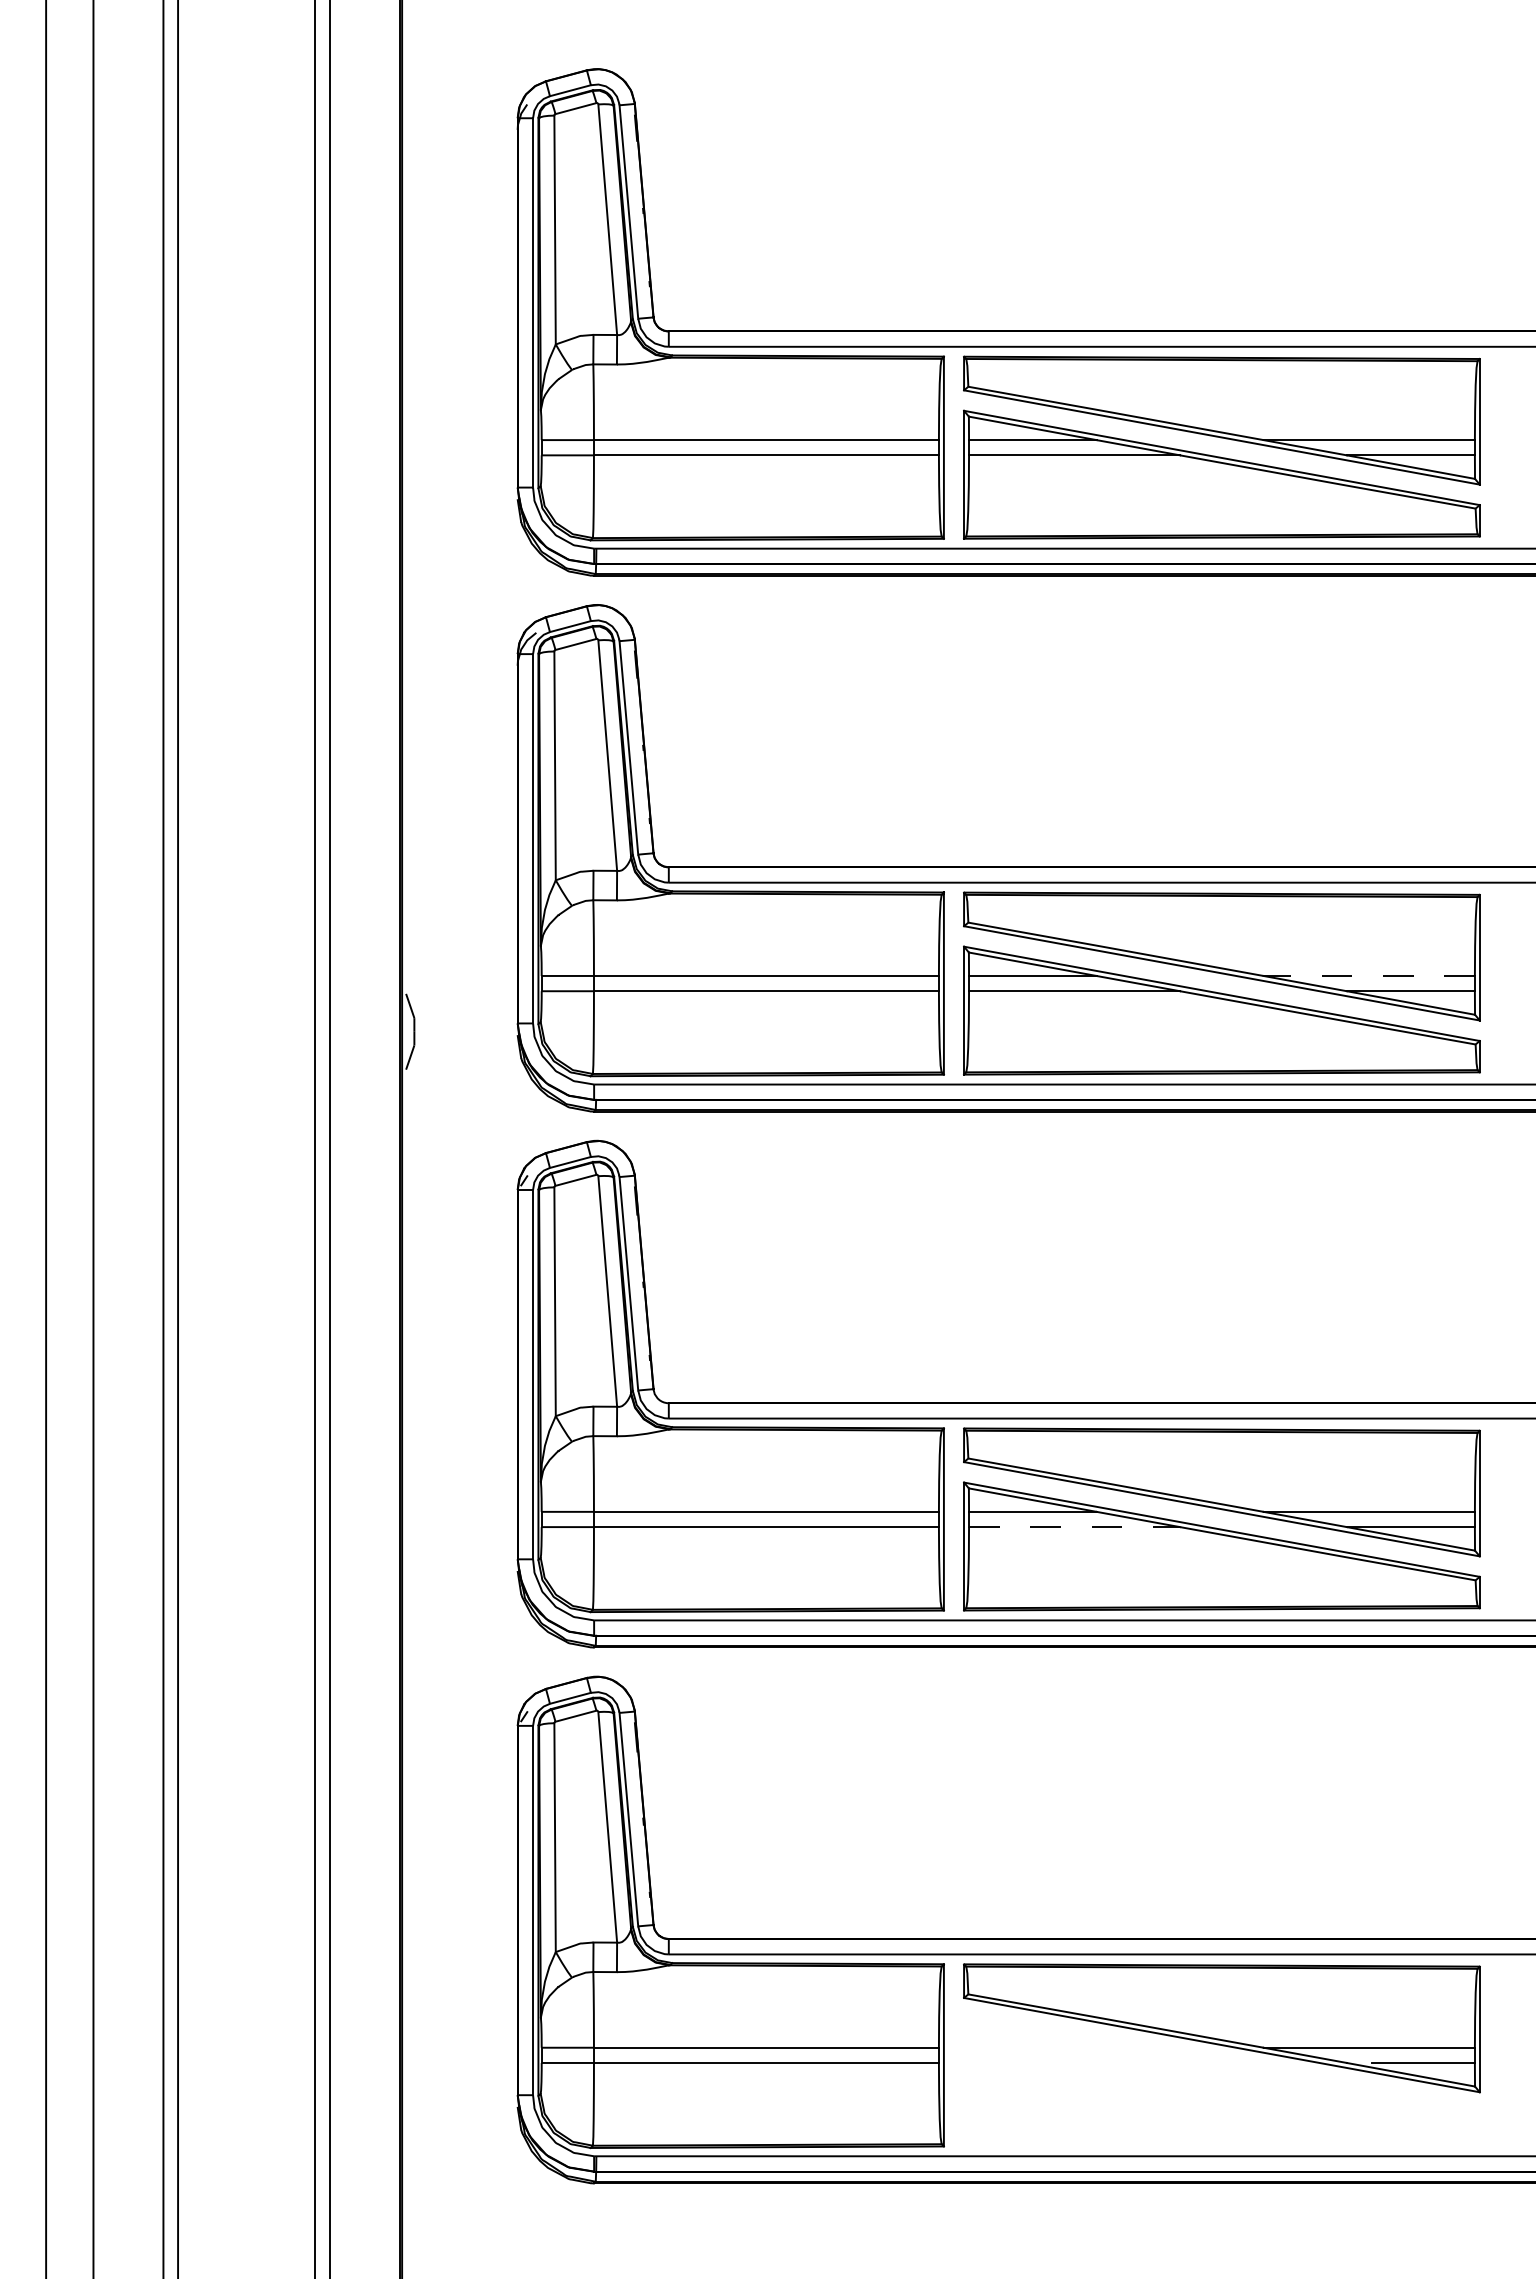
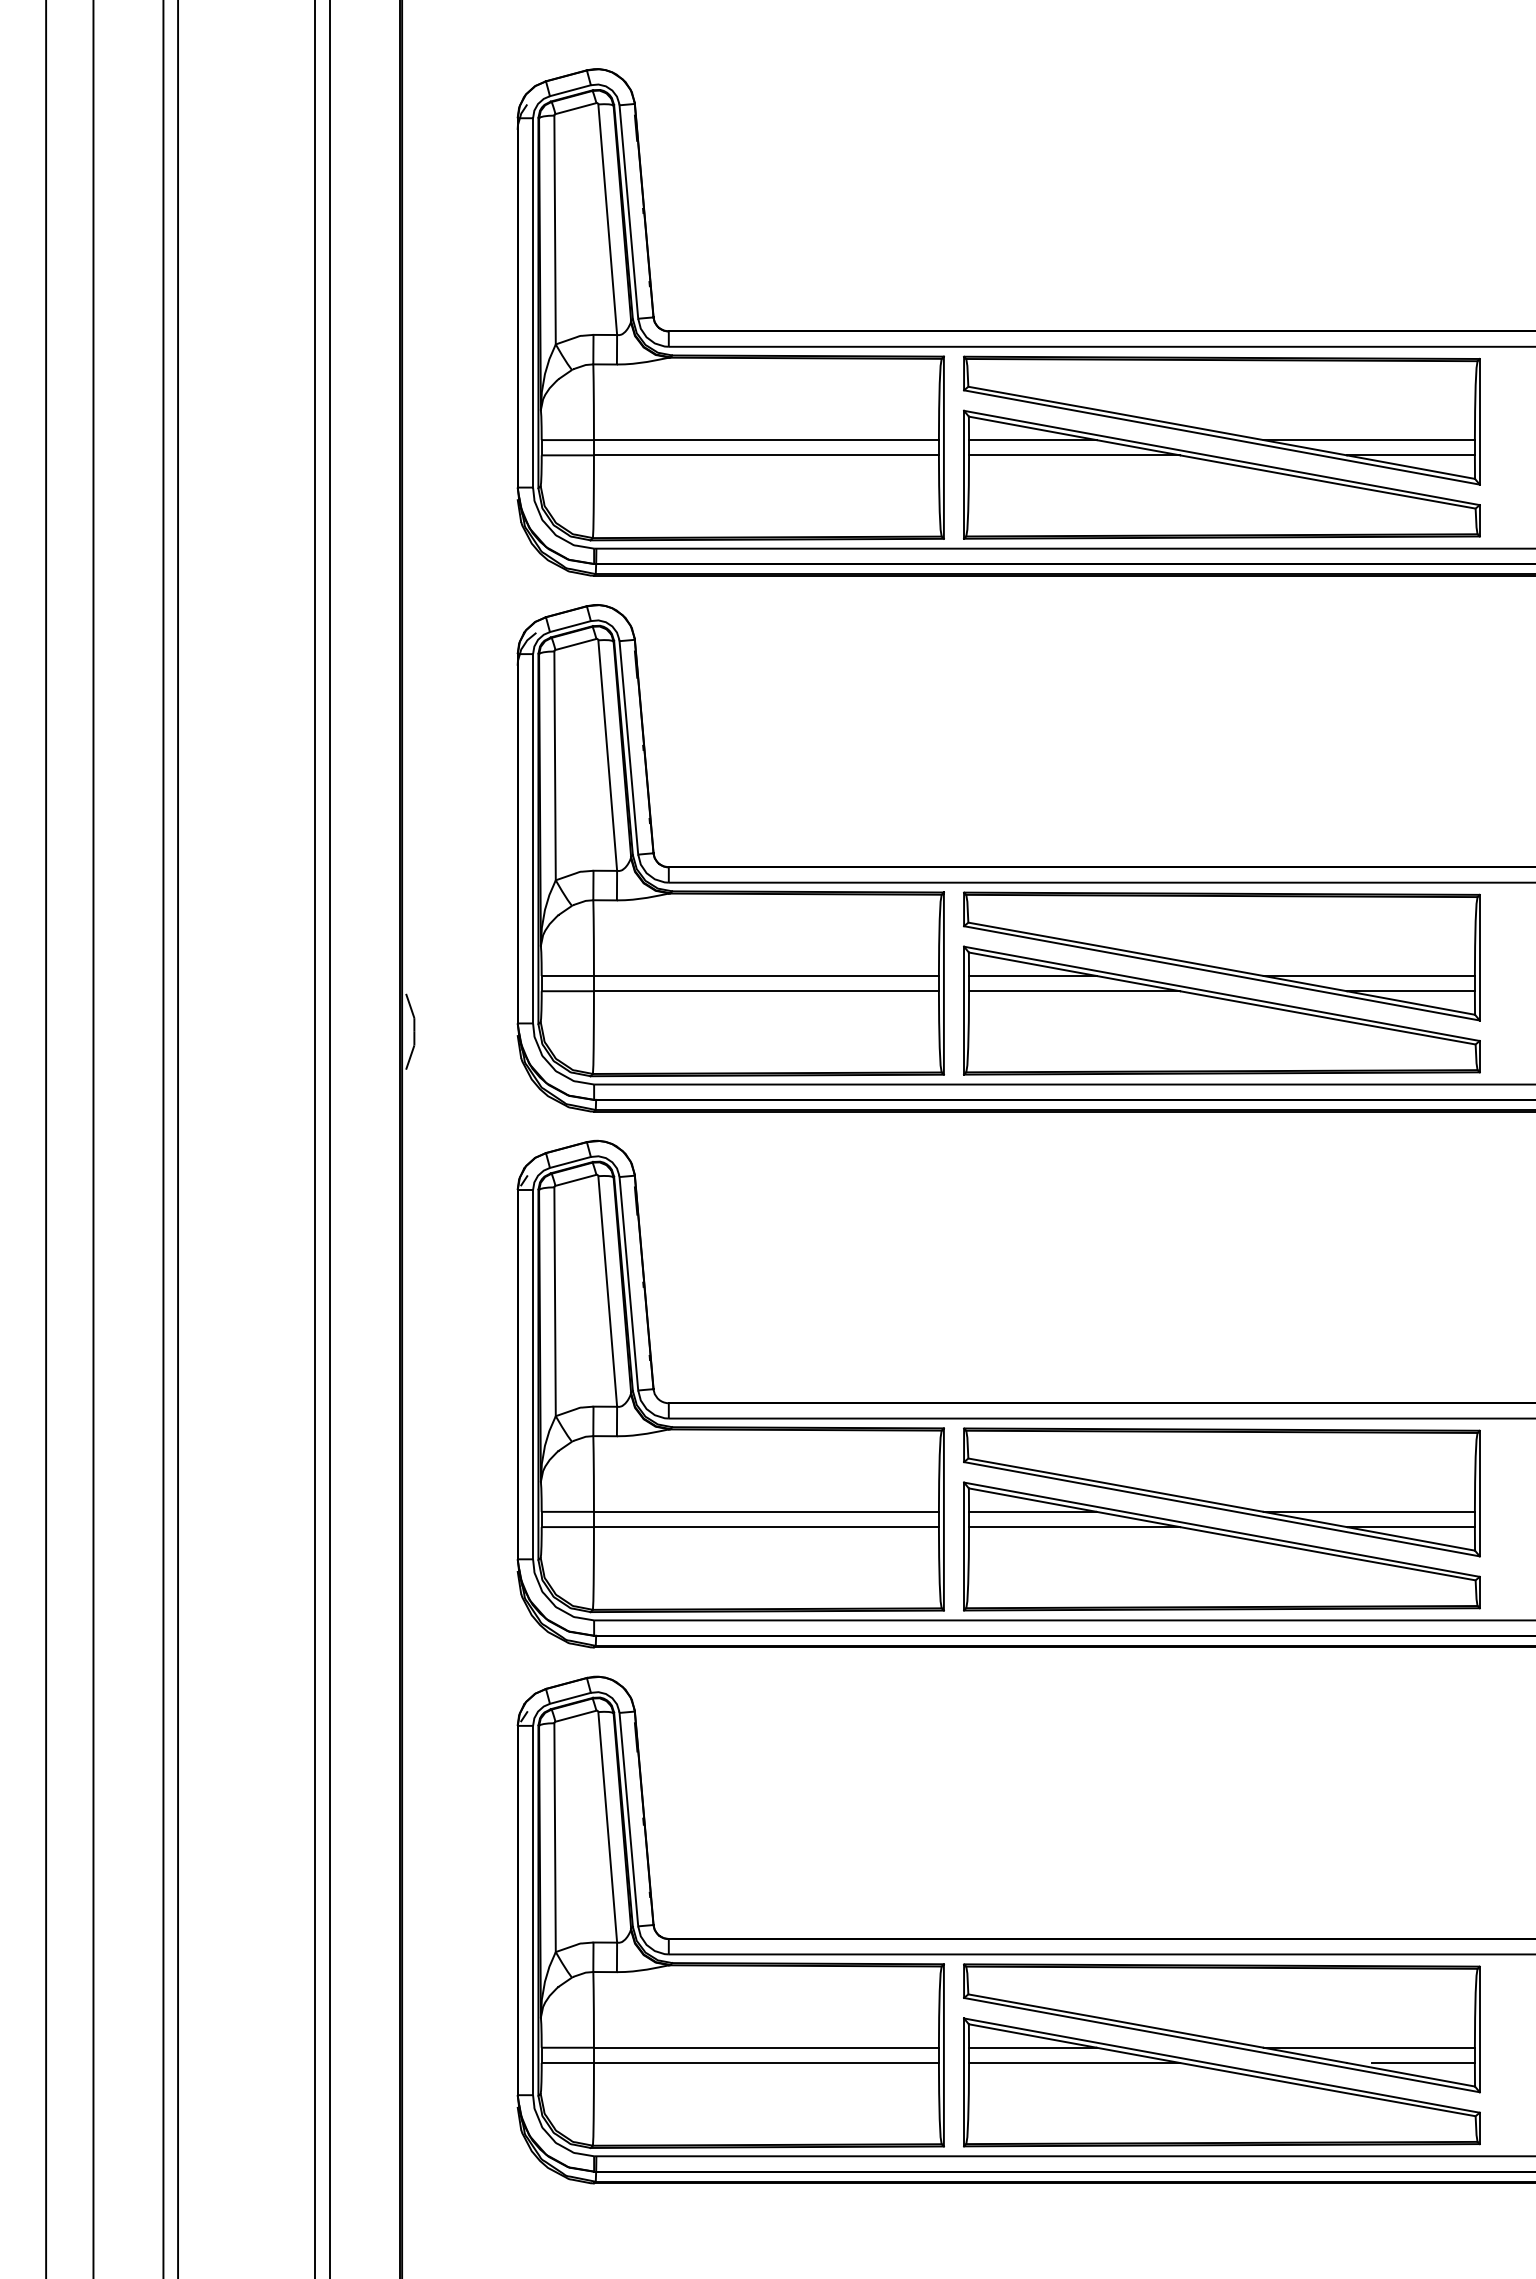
line at (1369, 975): dashed -> solid
line at (1074, 1527): dashed -> solid
part at (1221, 2082): none -> present
